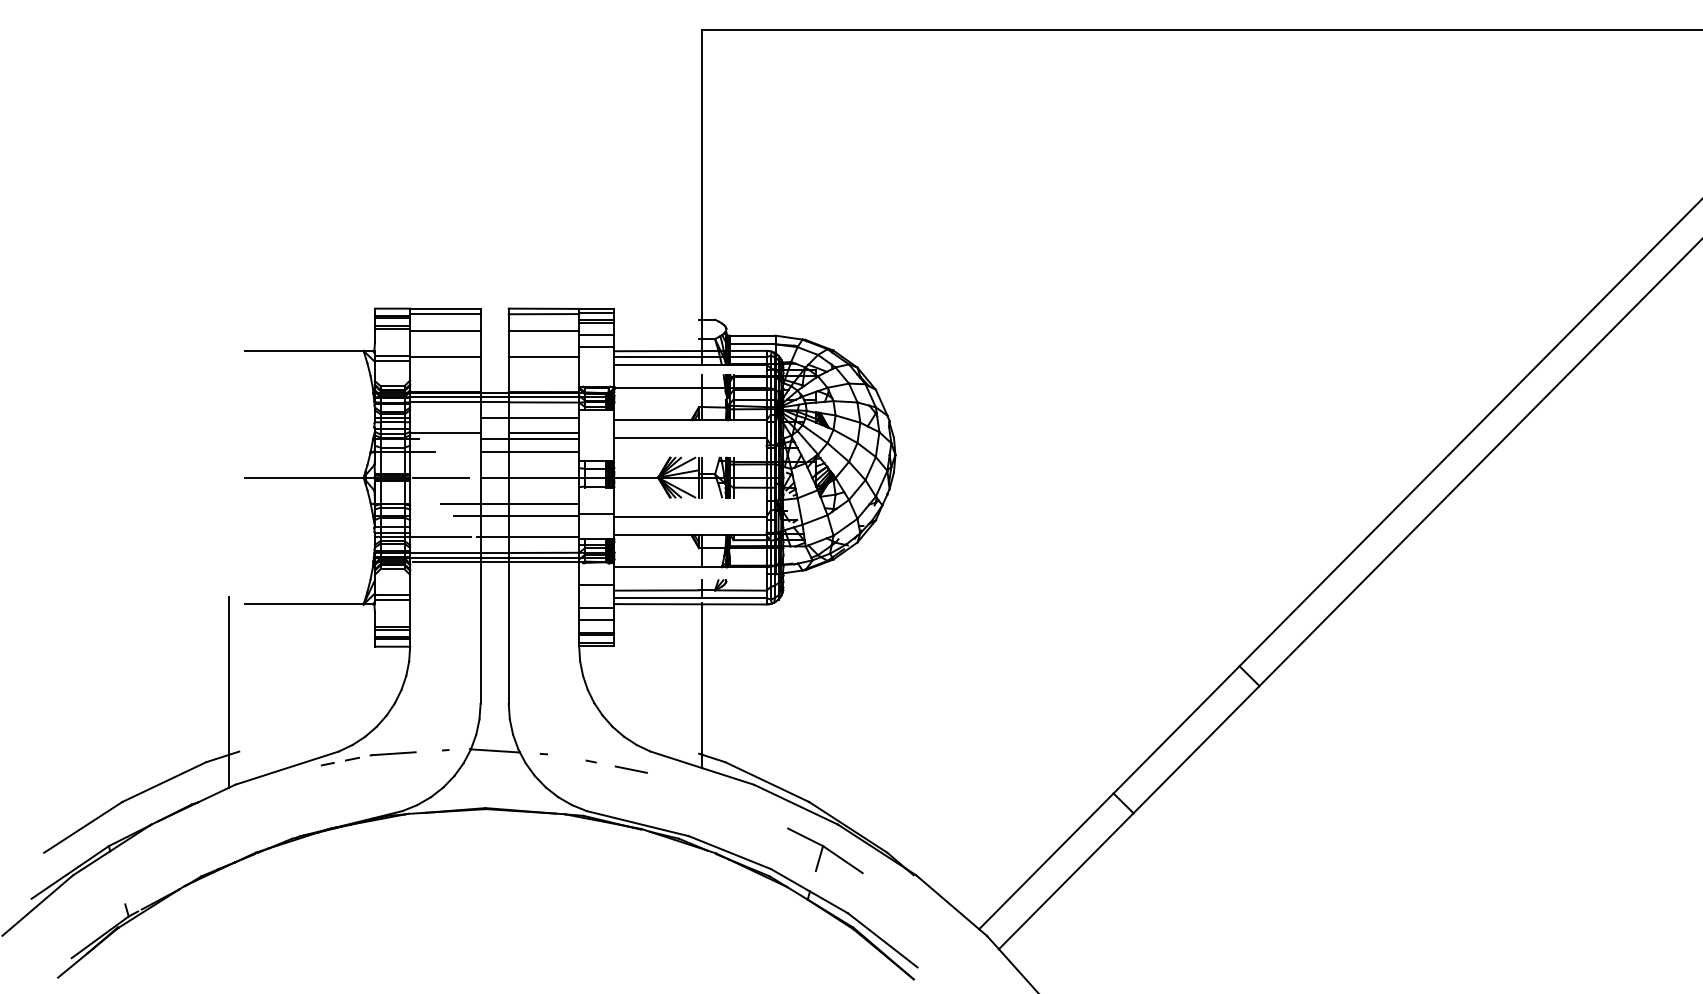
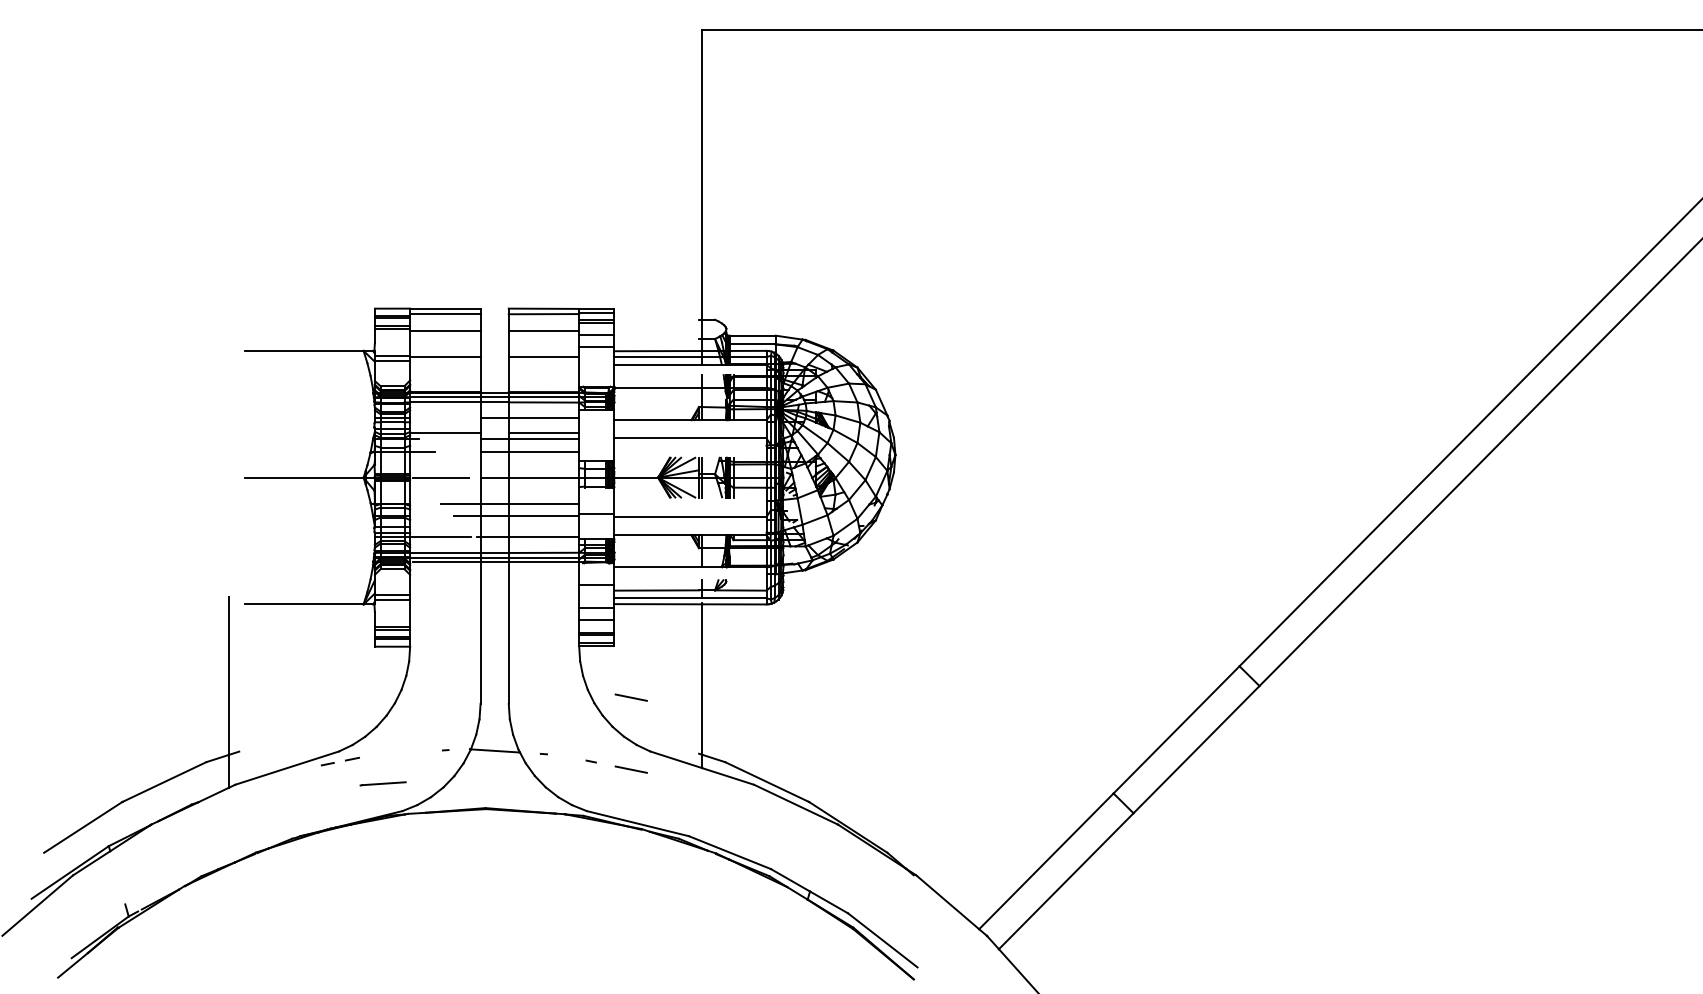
line at (630, 697): none -> present
line at (392, 753) position: (392, 753) -> (382, 783)
part at (825, 850): present -> none
